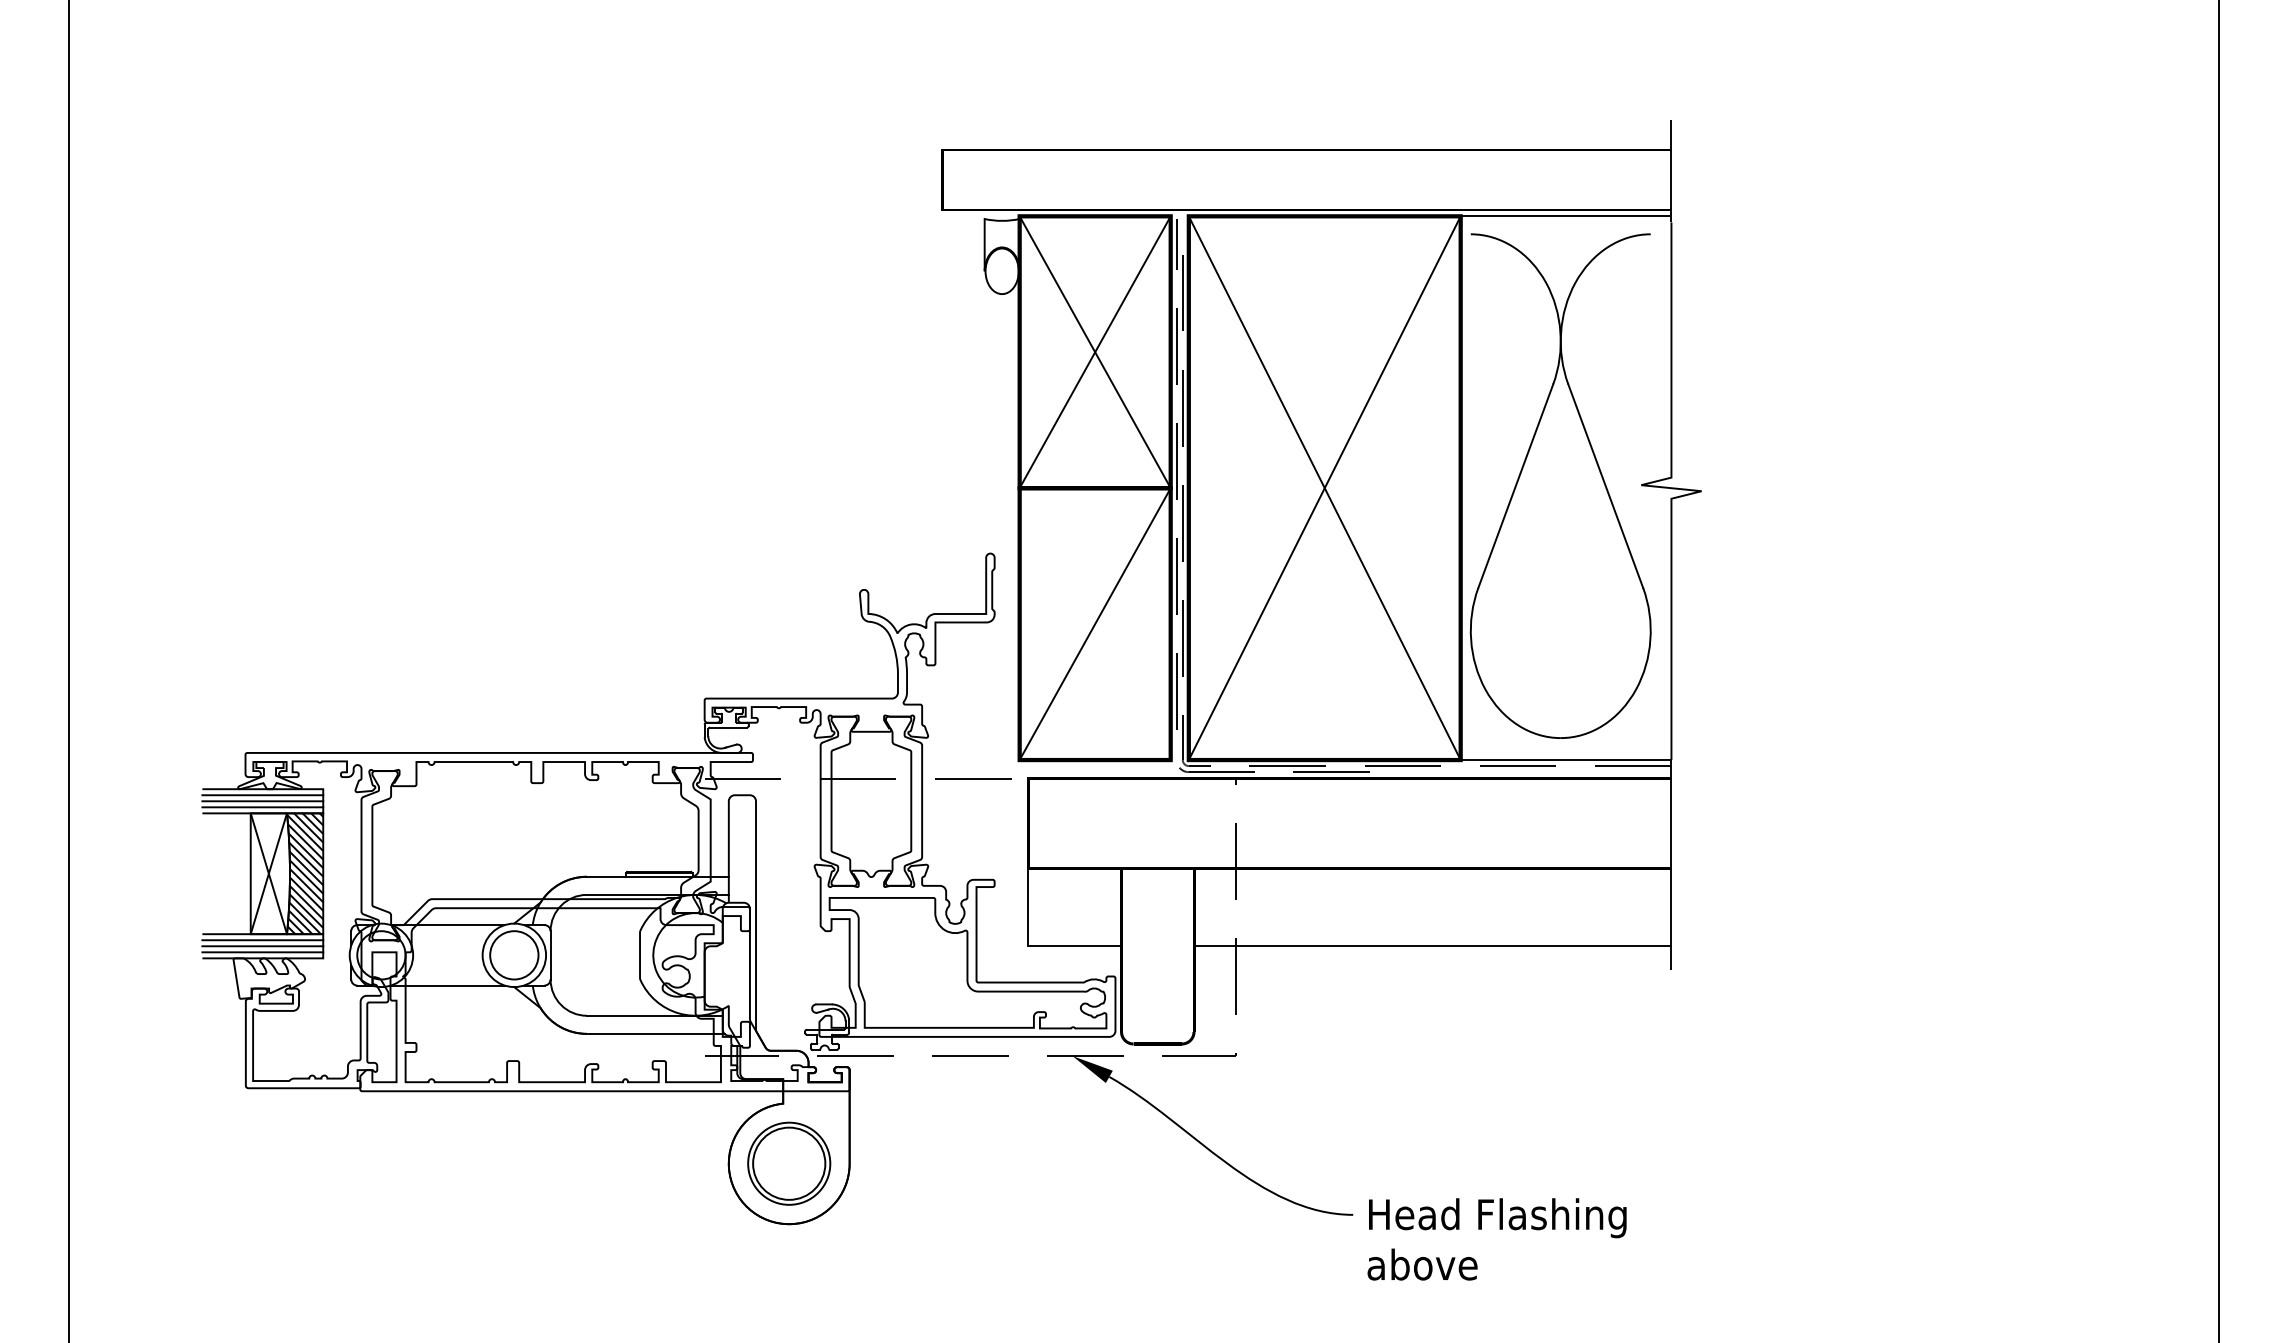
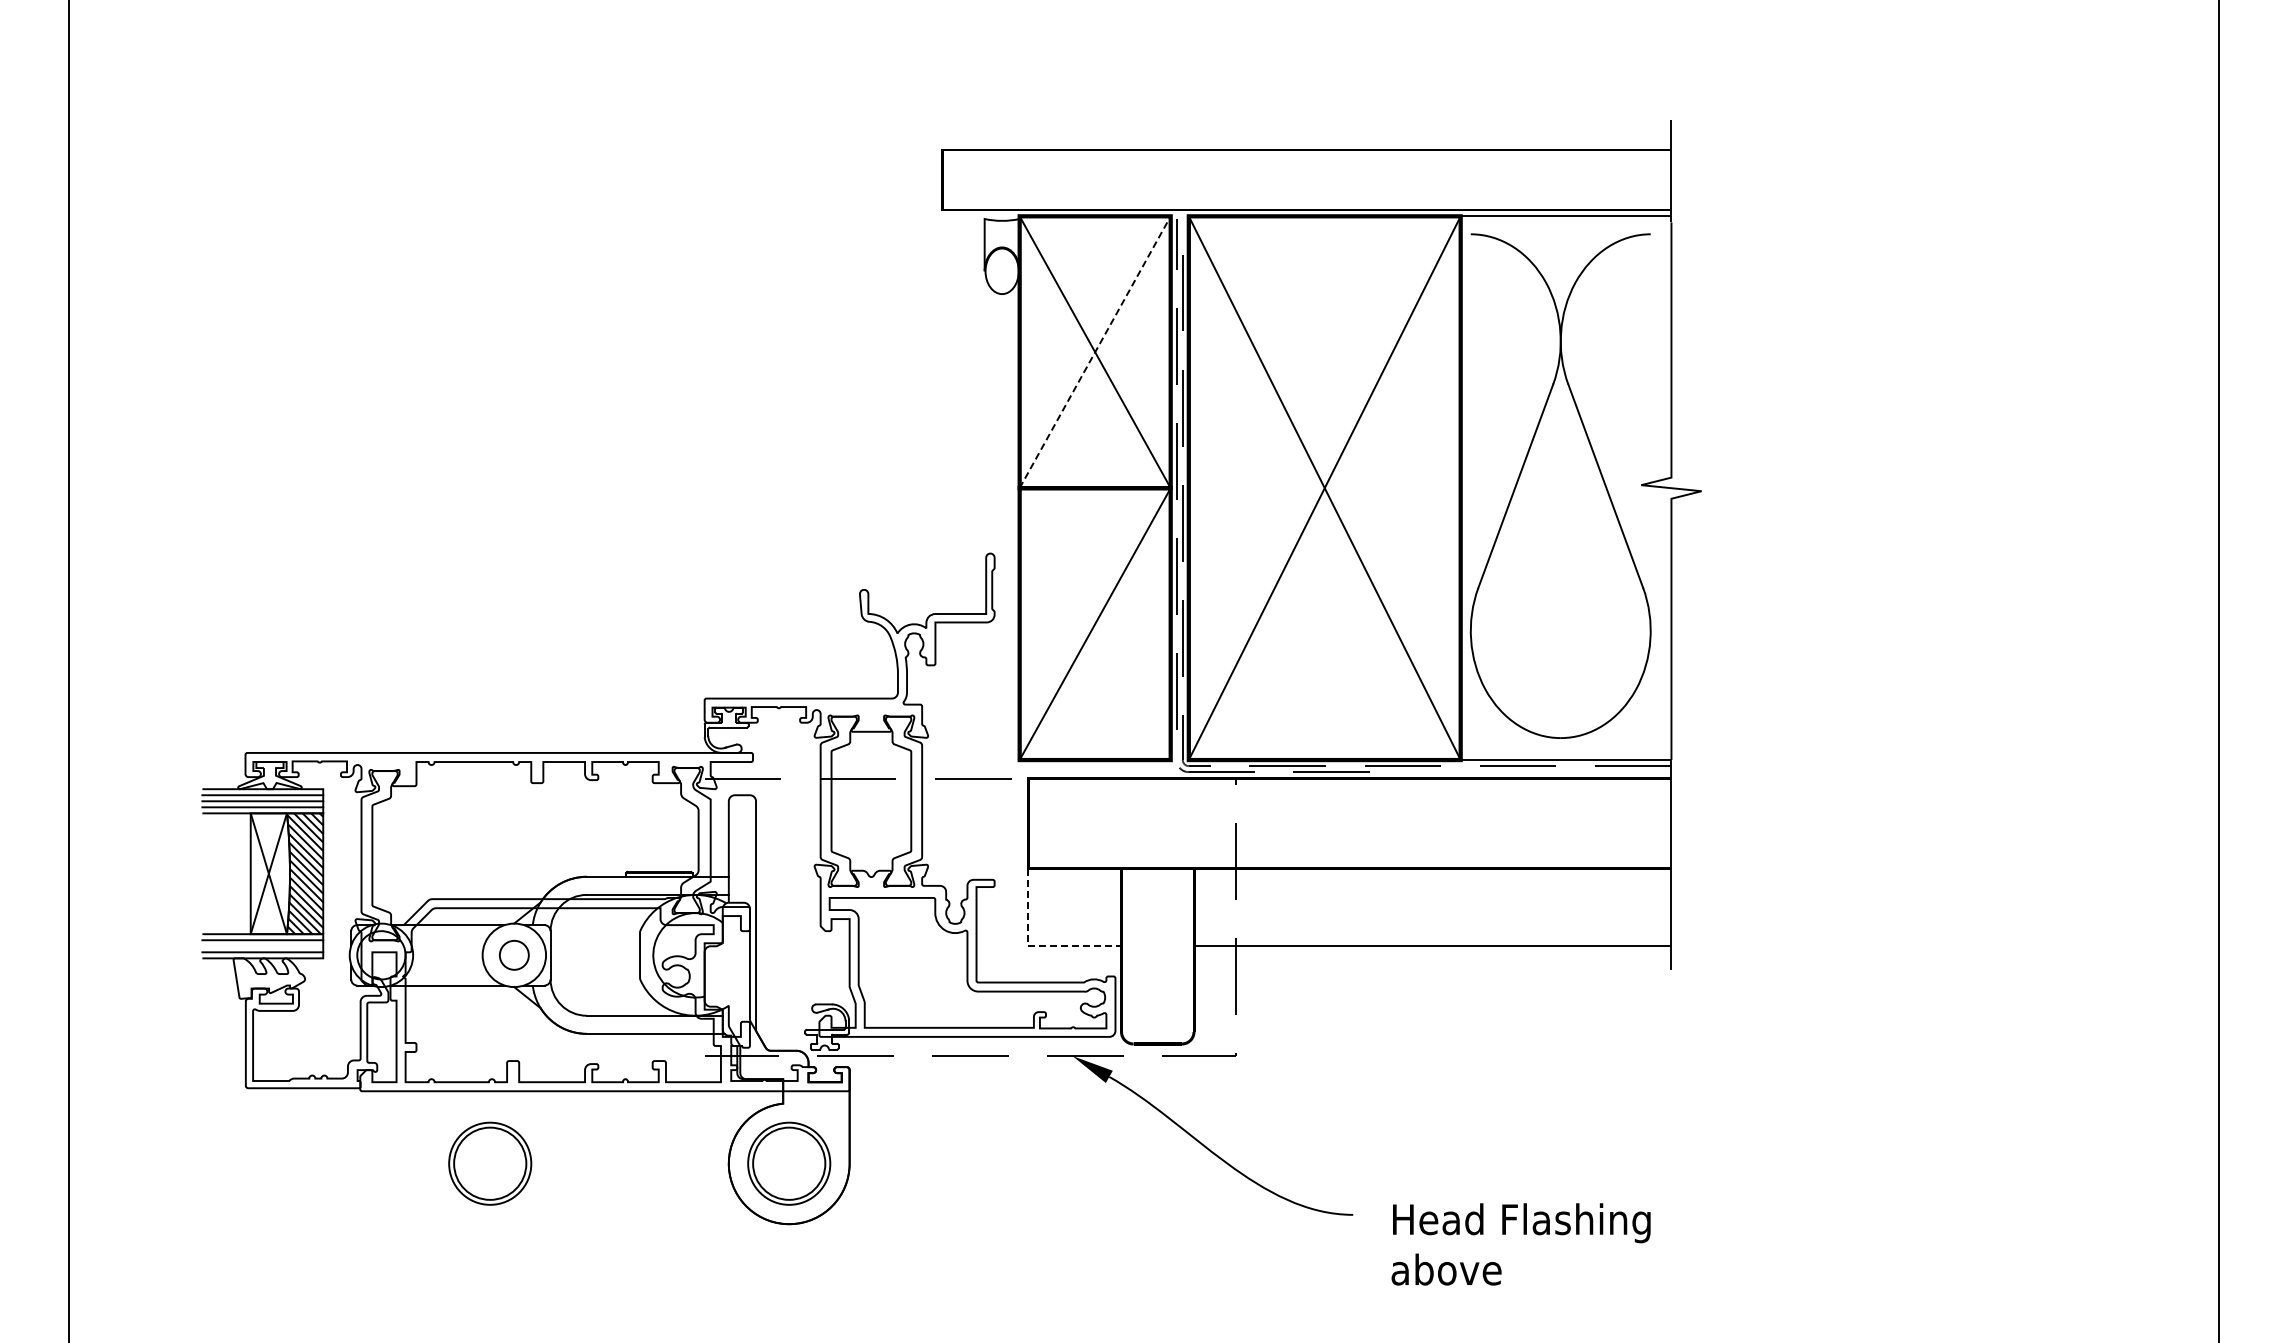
line at (1095, 351): solid -> dashed
line at (262, 946): present -> none
line at (1036, 946): solid -> dashed
circle at (514, 955) diameter: 48 px -> 29 px
part at (490, 1163): none -> present
text at (1496, 1239) position: (1496, 1239) -> (1520, 1244)
